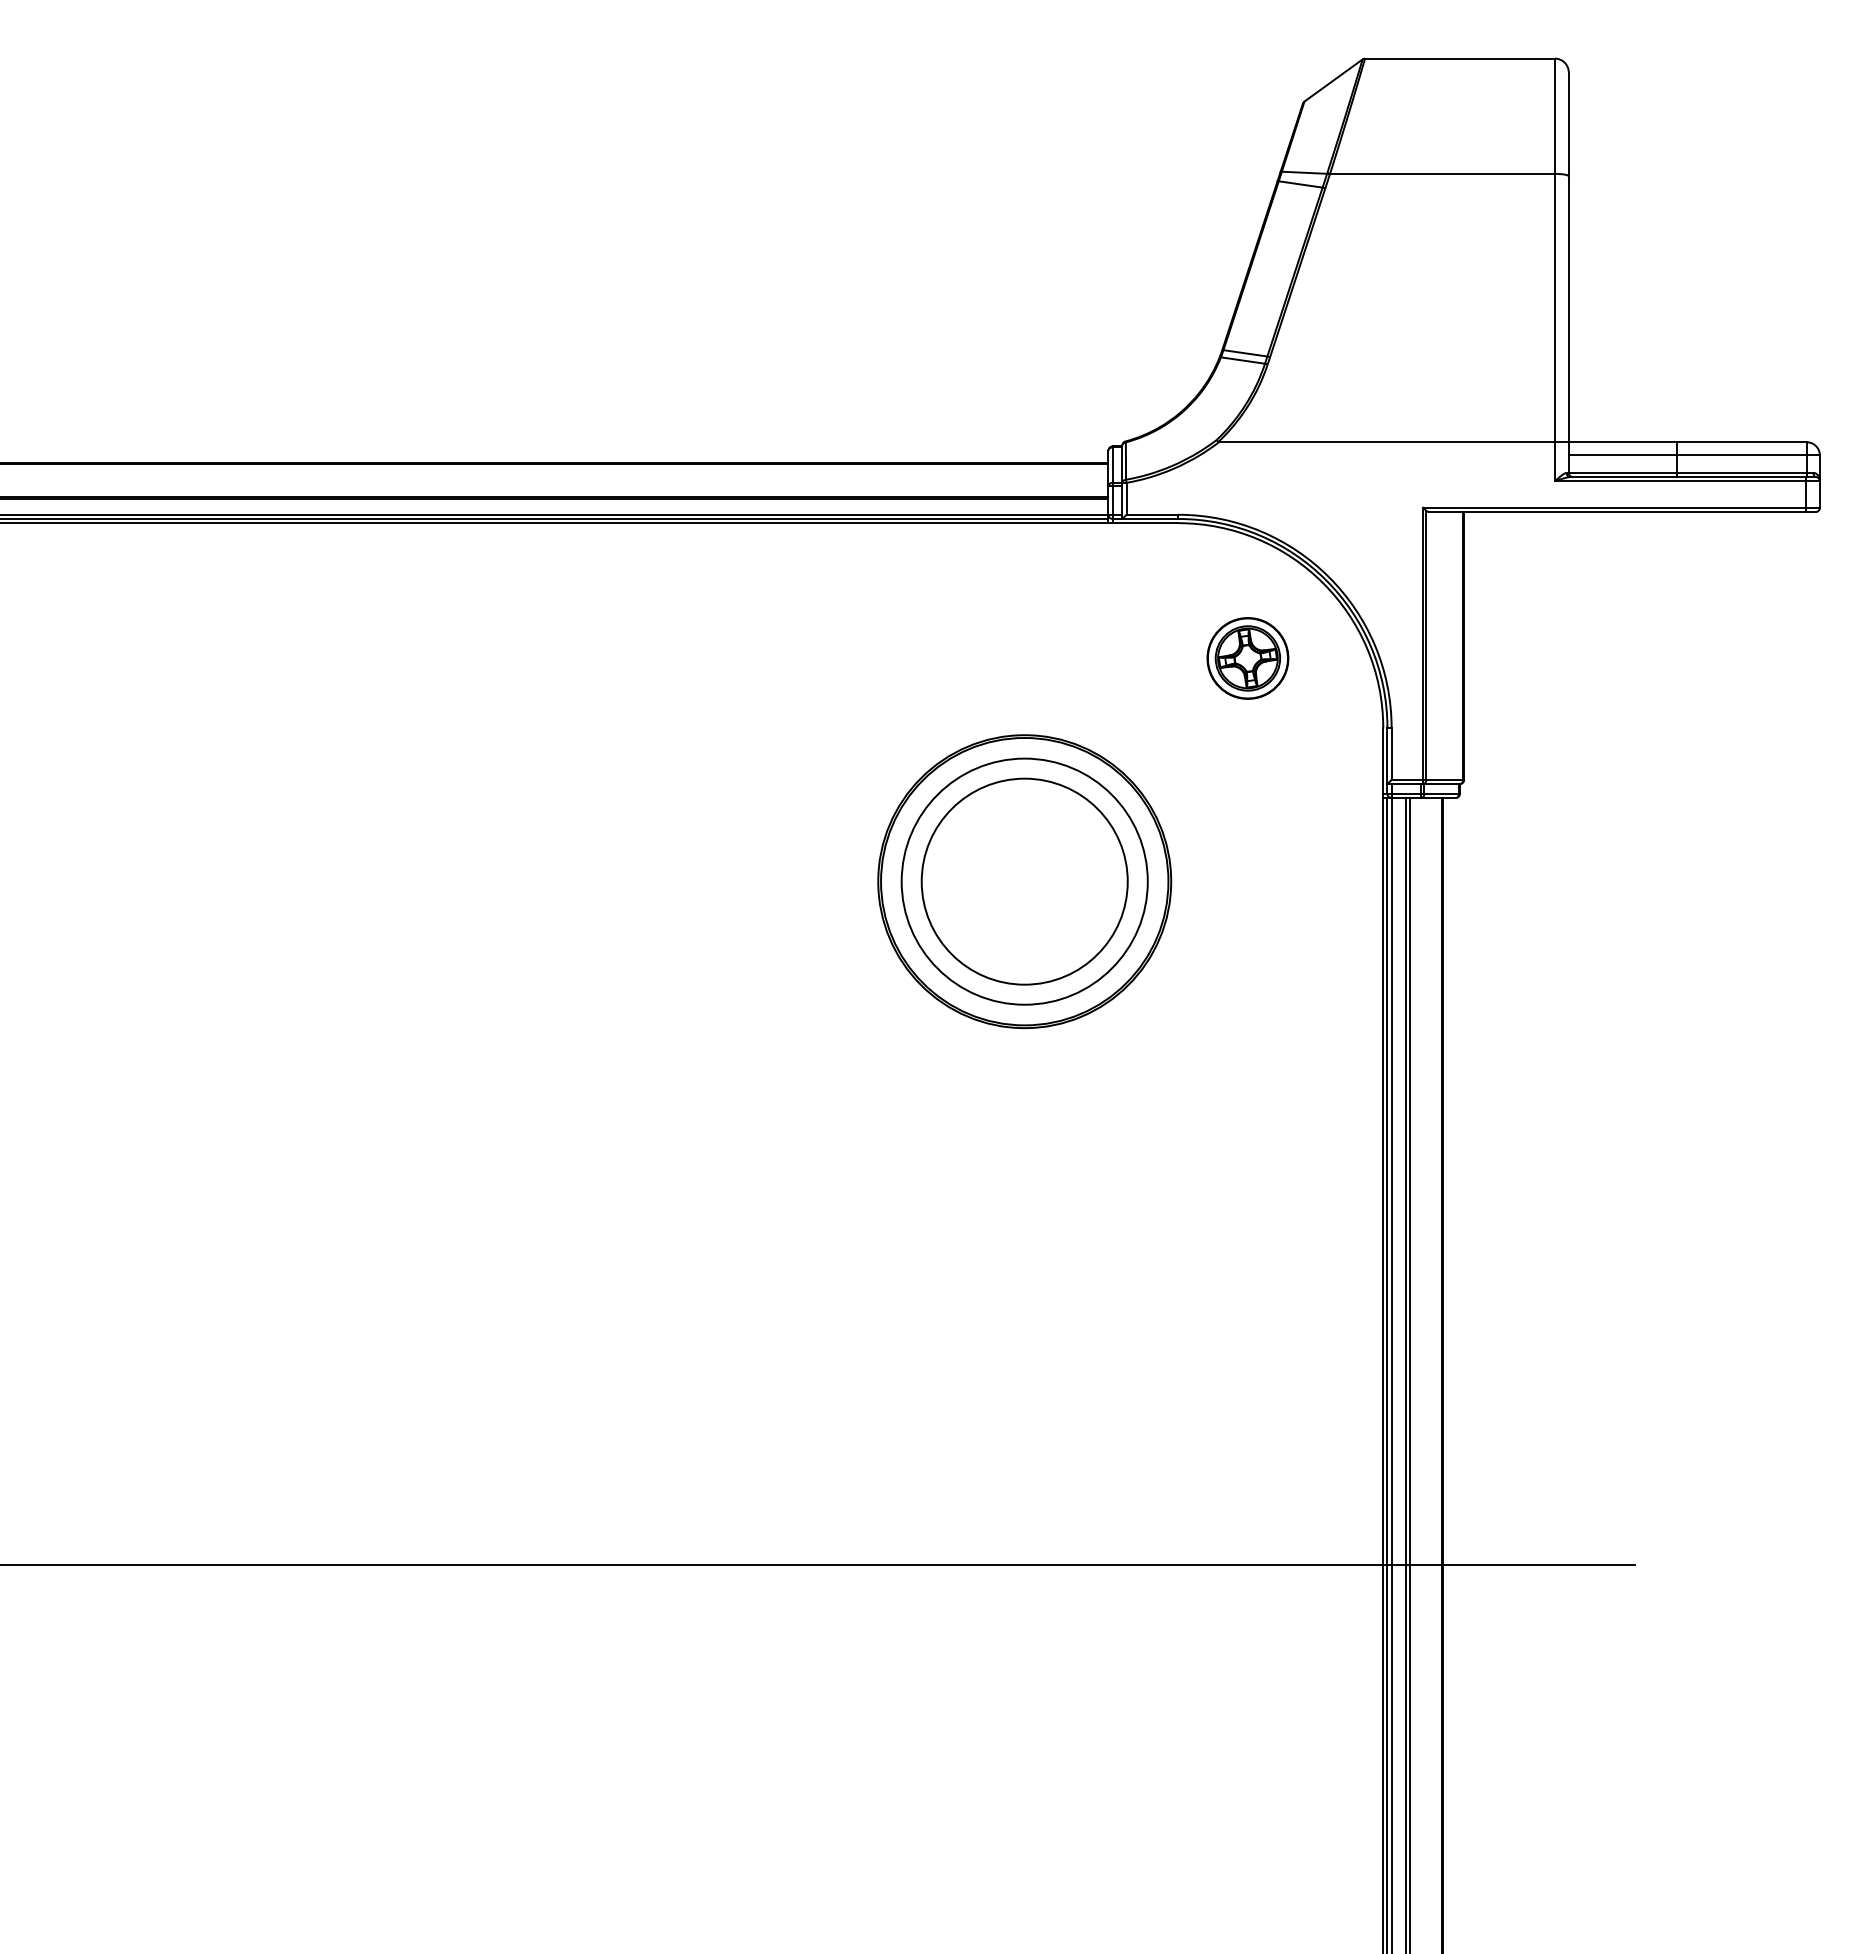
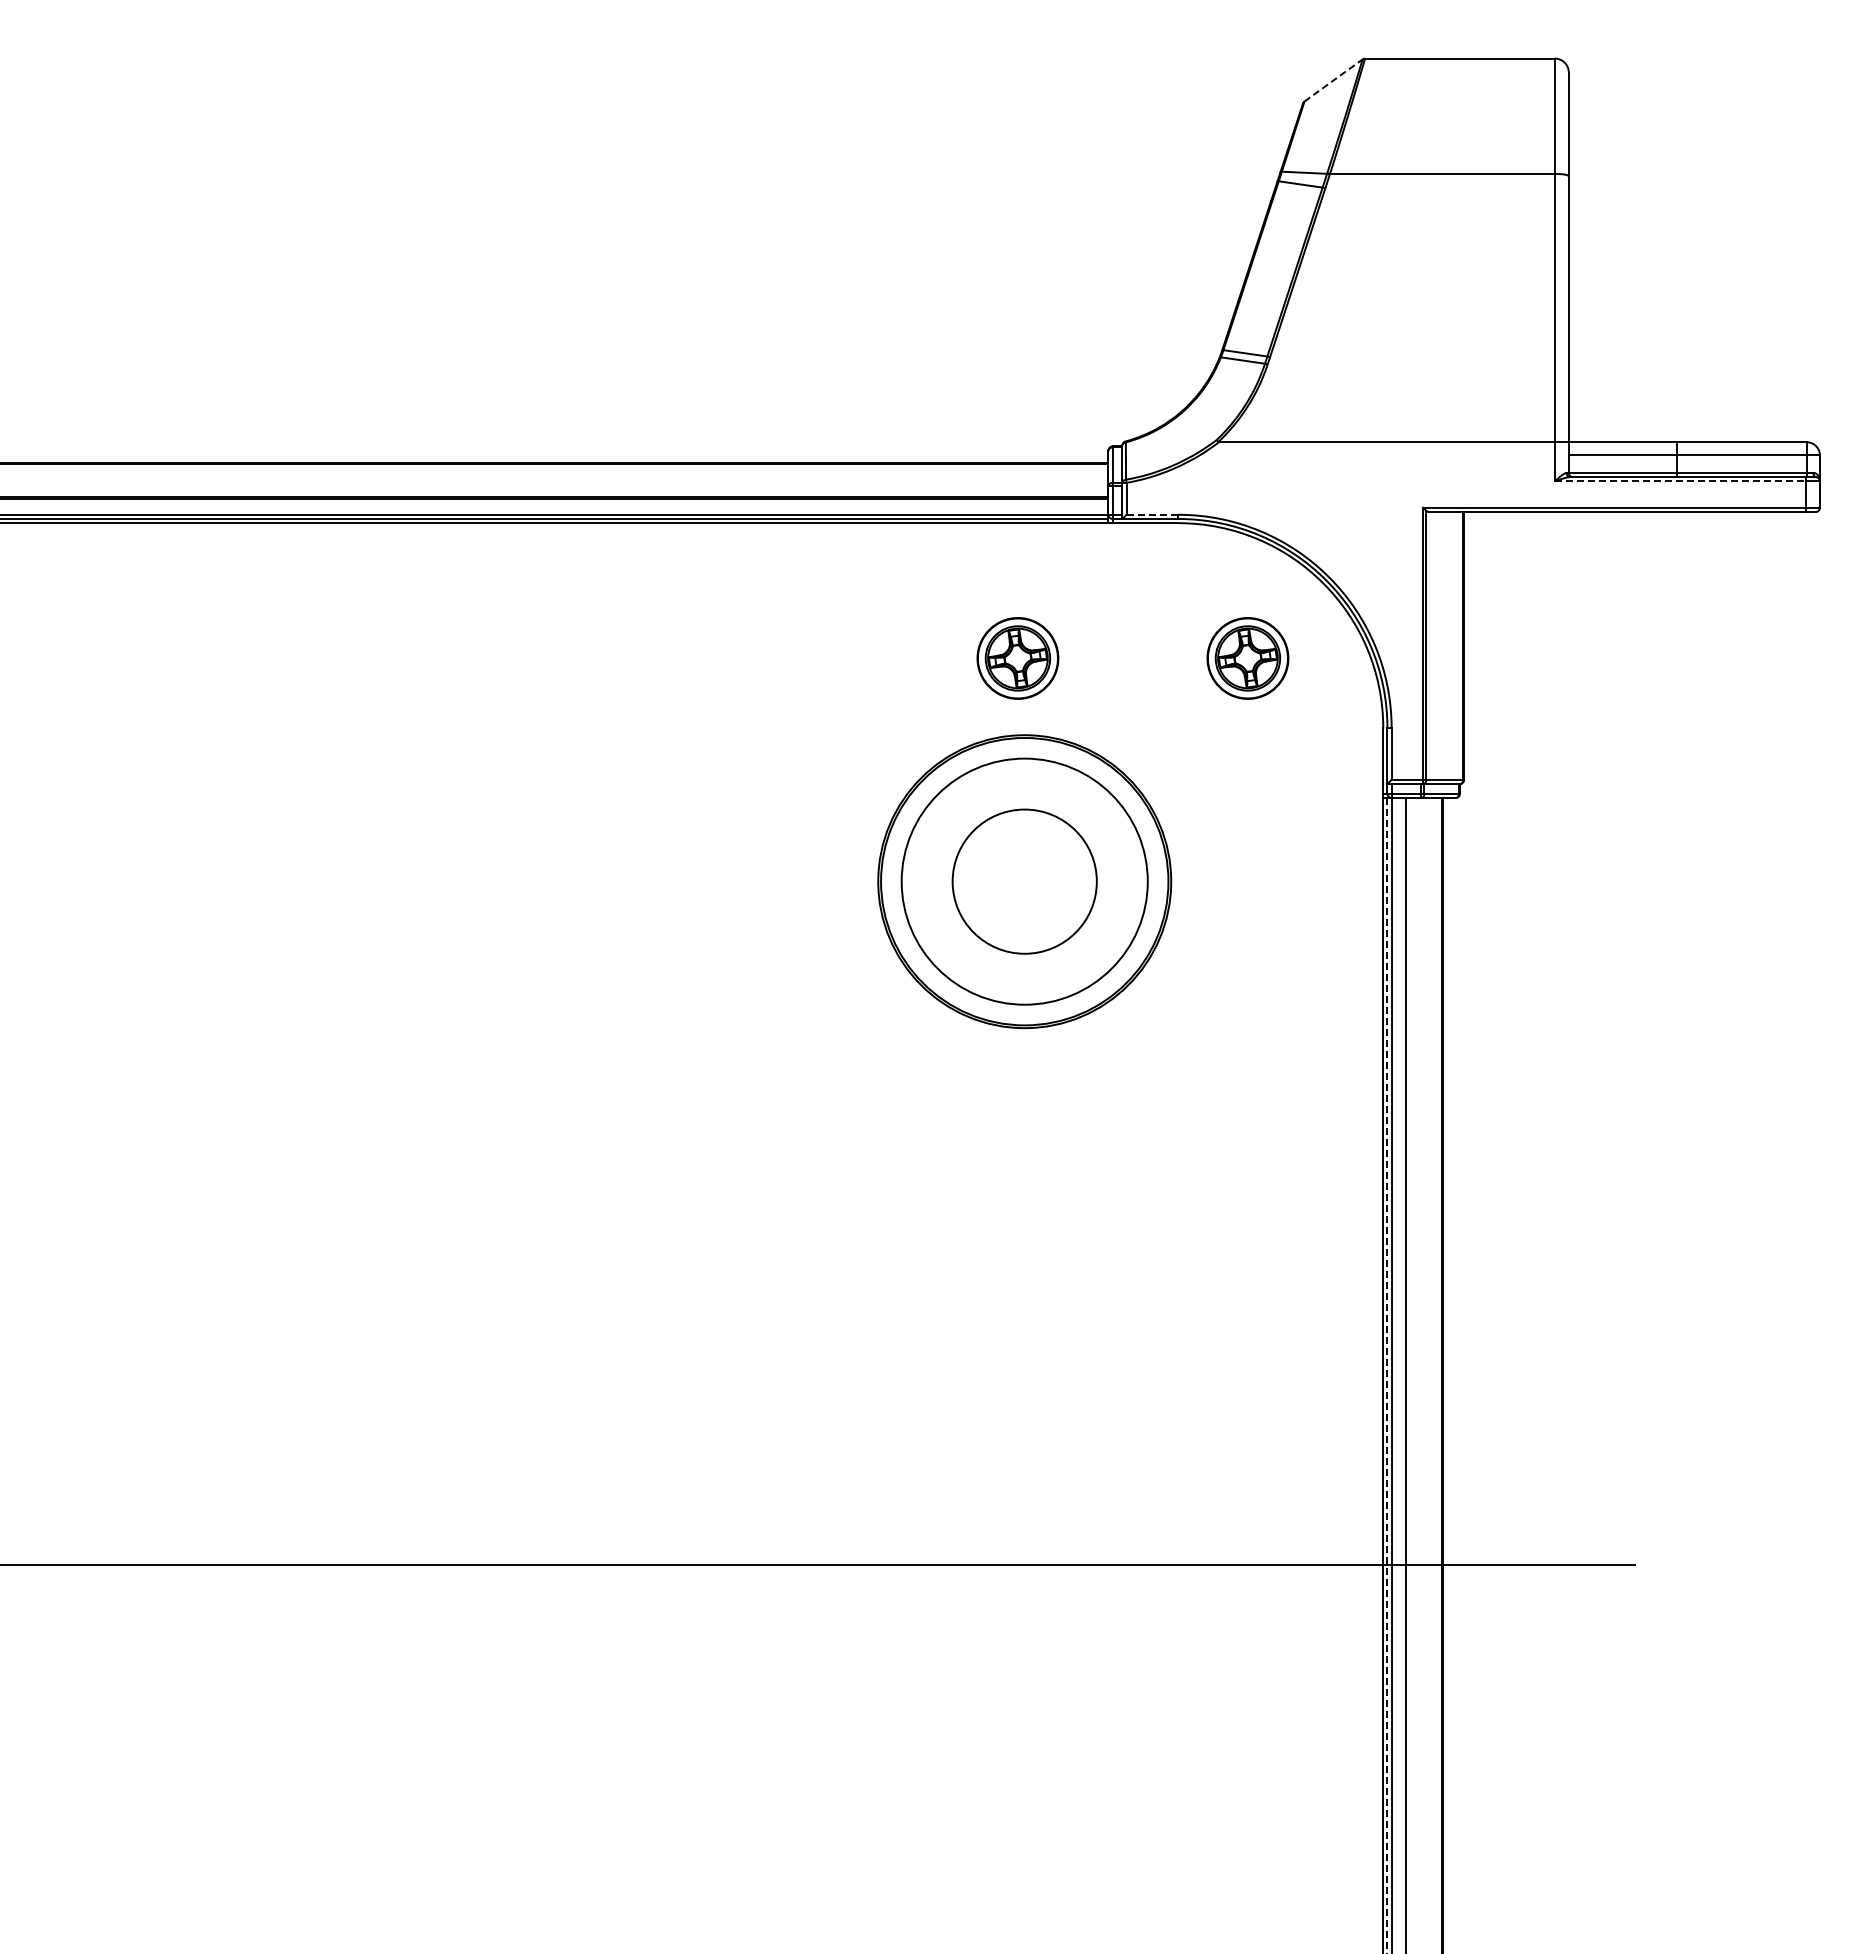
line at (1333, 80): solid -> dashed
line at (1680, 481): solid -> dashed
line at (1152, 514): solid -> dashed
part at (1017, 658): none -> present
circle at (1024, 881) diameter: 206 px -> 144 px
line at (1409, 1373): present -> none
line at (1387, 1375): solid -> dashed
